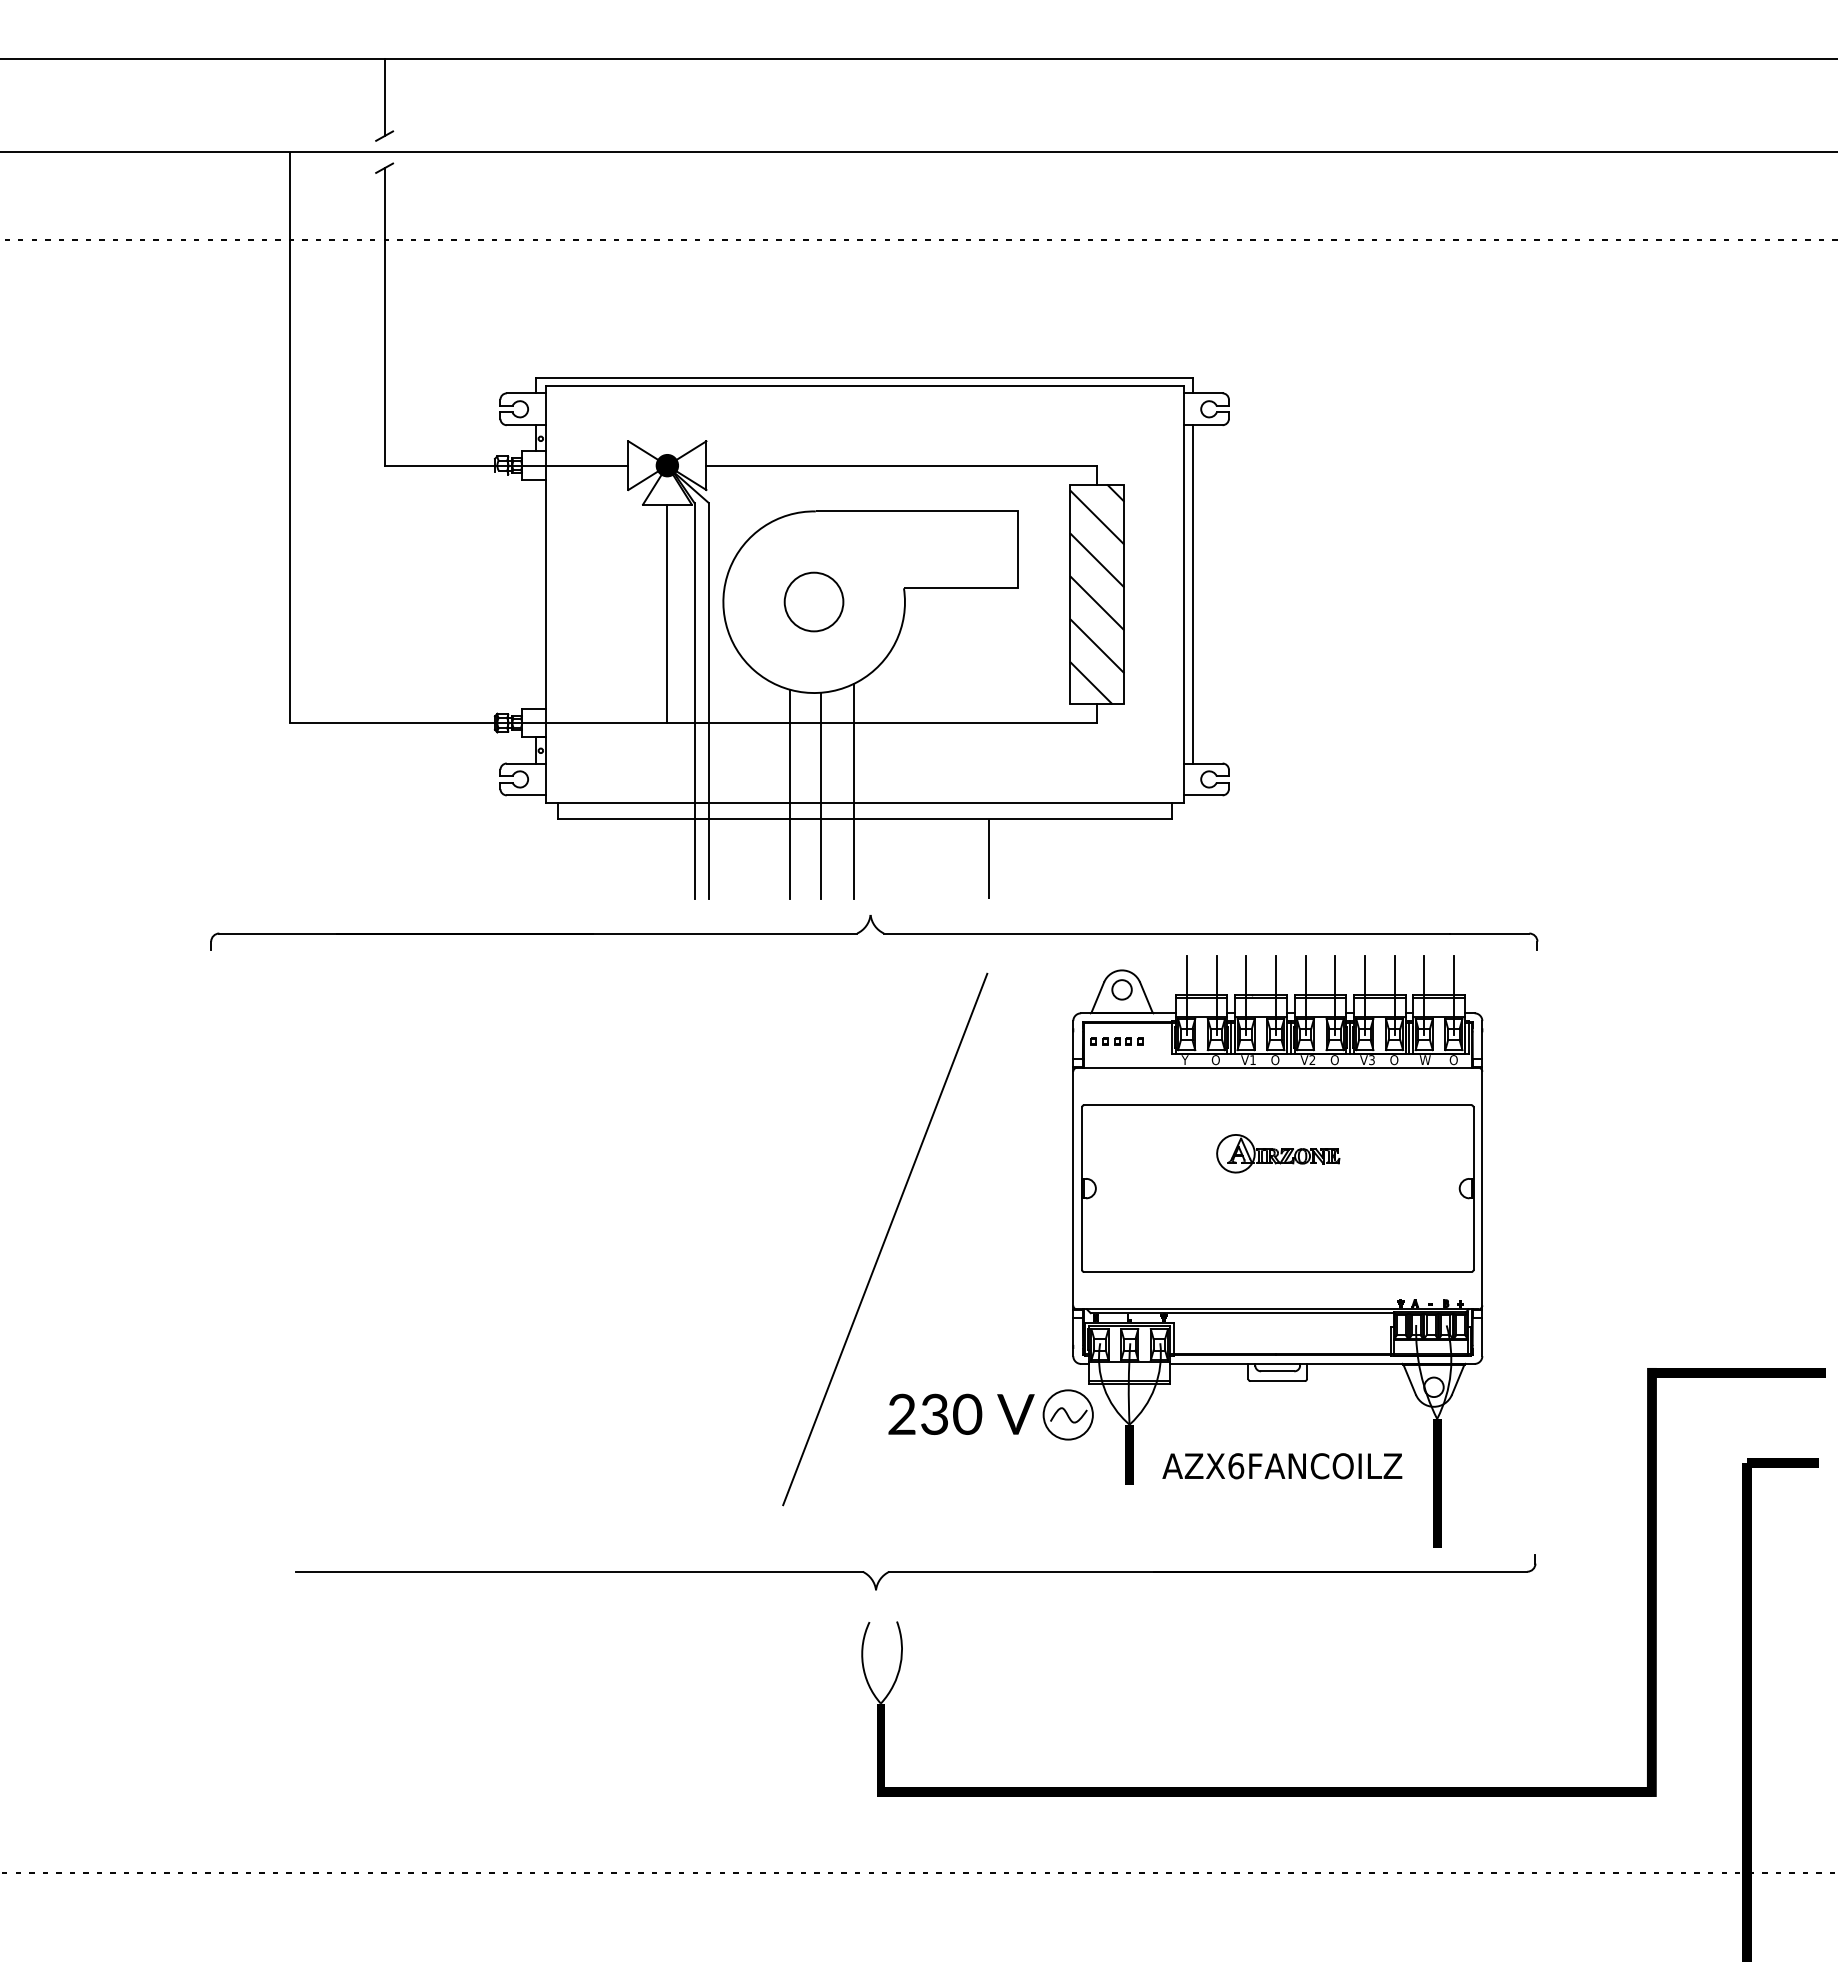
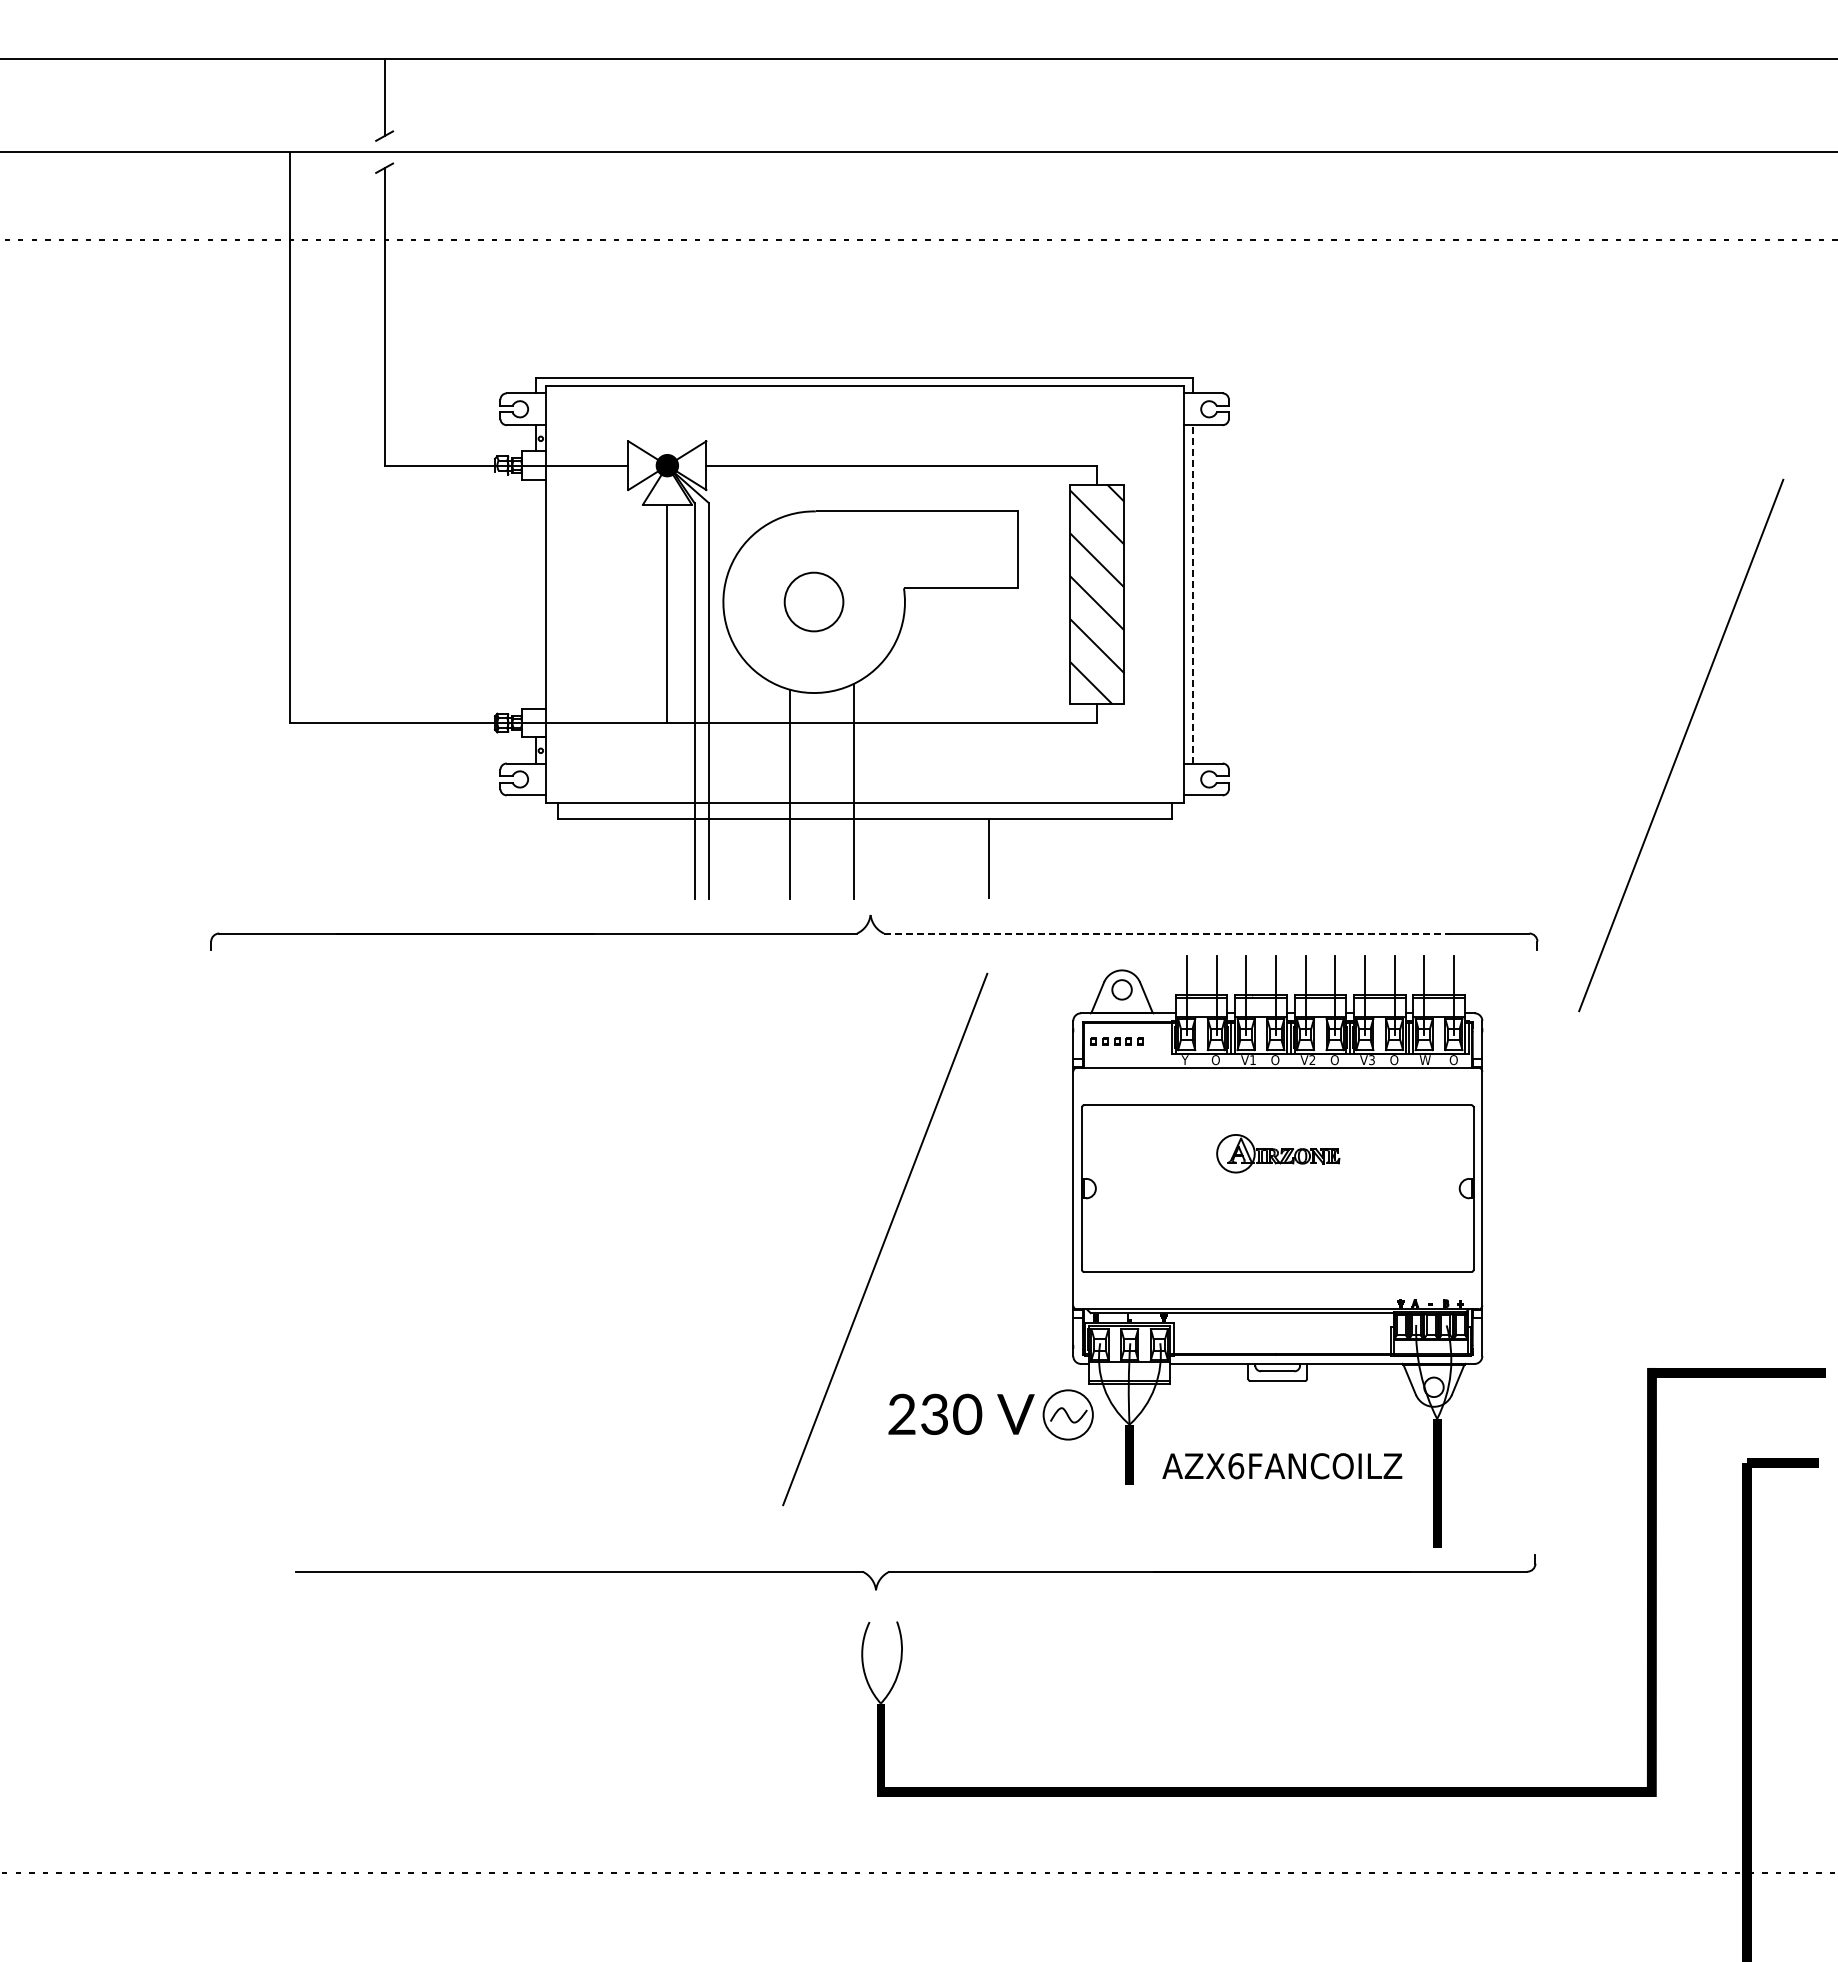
line at (1193, 593): solid -> dashed
line at (1681, 745): none -> present
line at (820, 795): present -> none
line at (1167, 933): solid -> dashed
